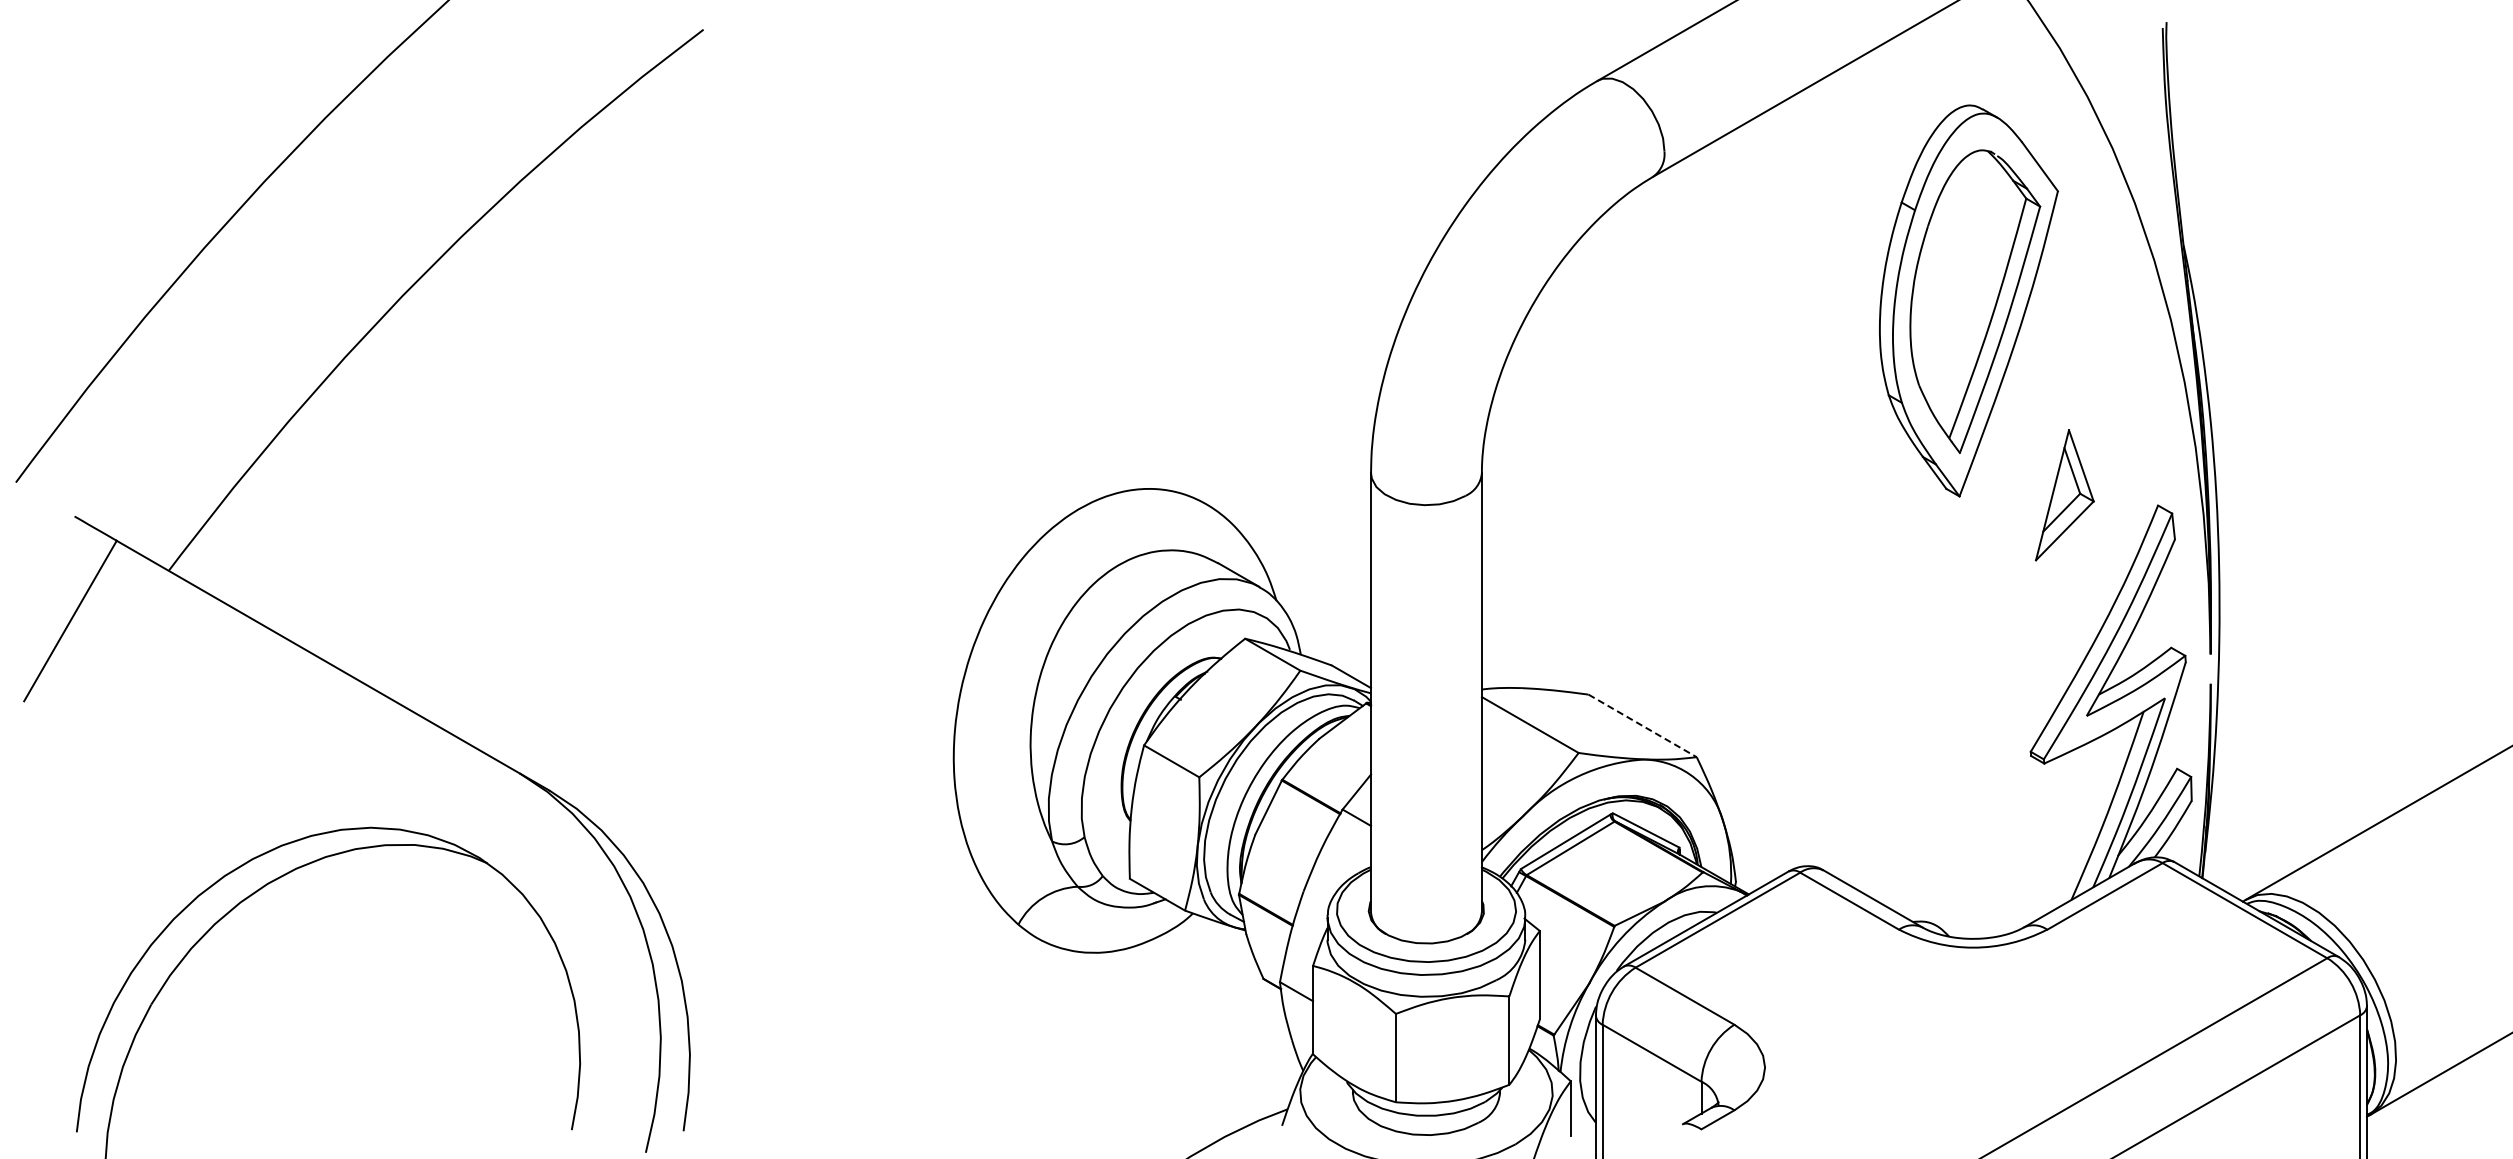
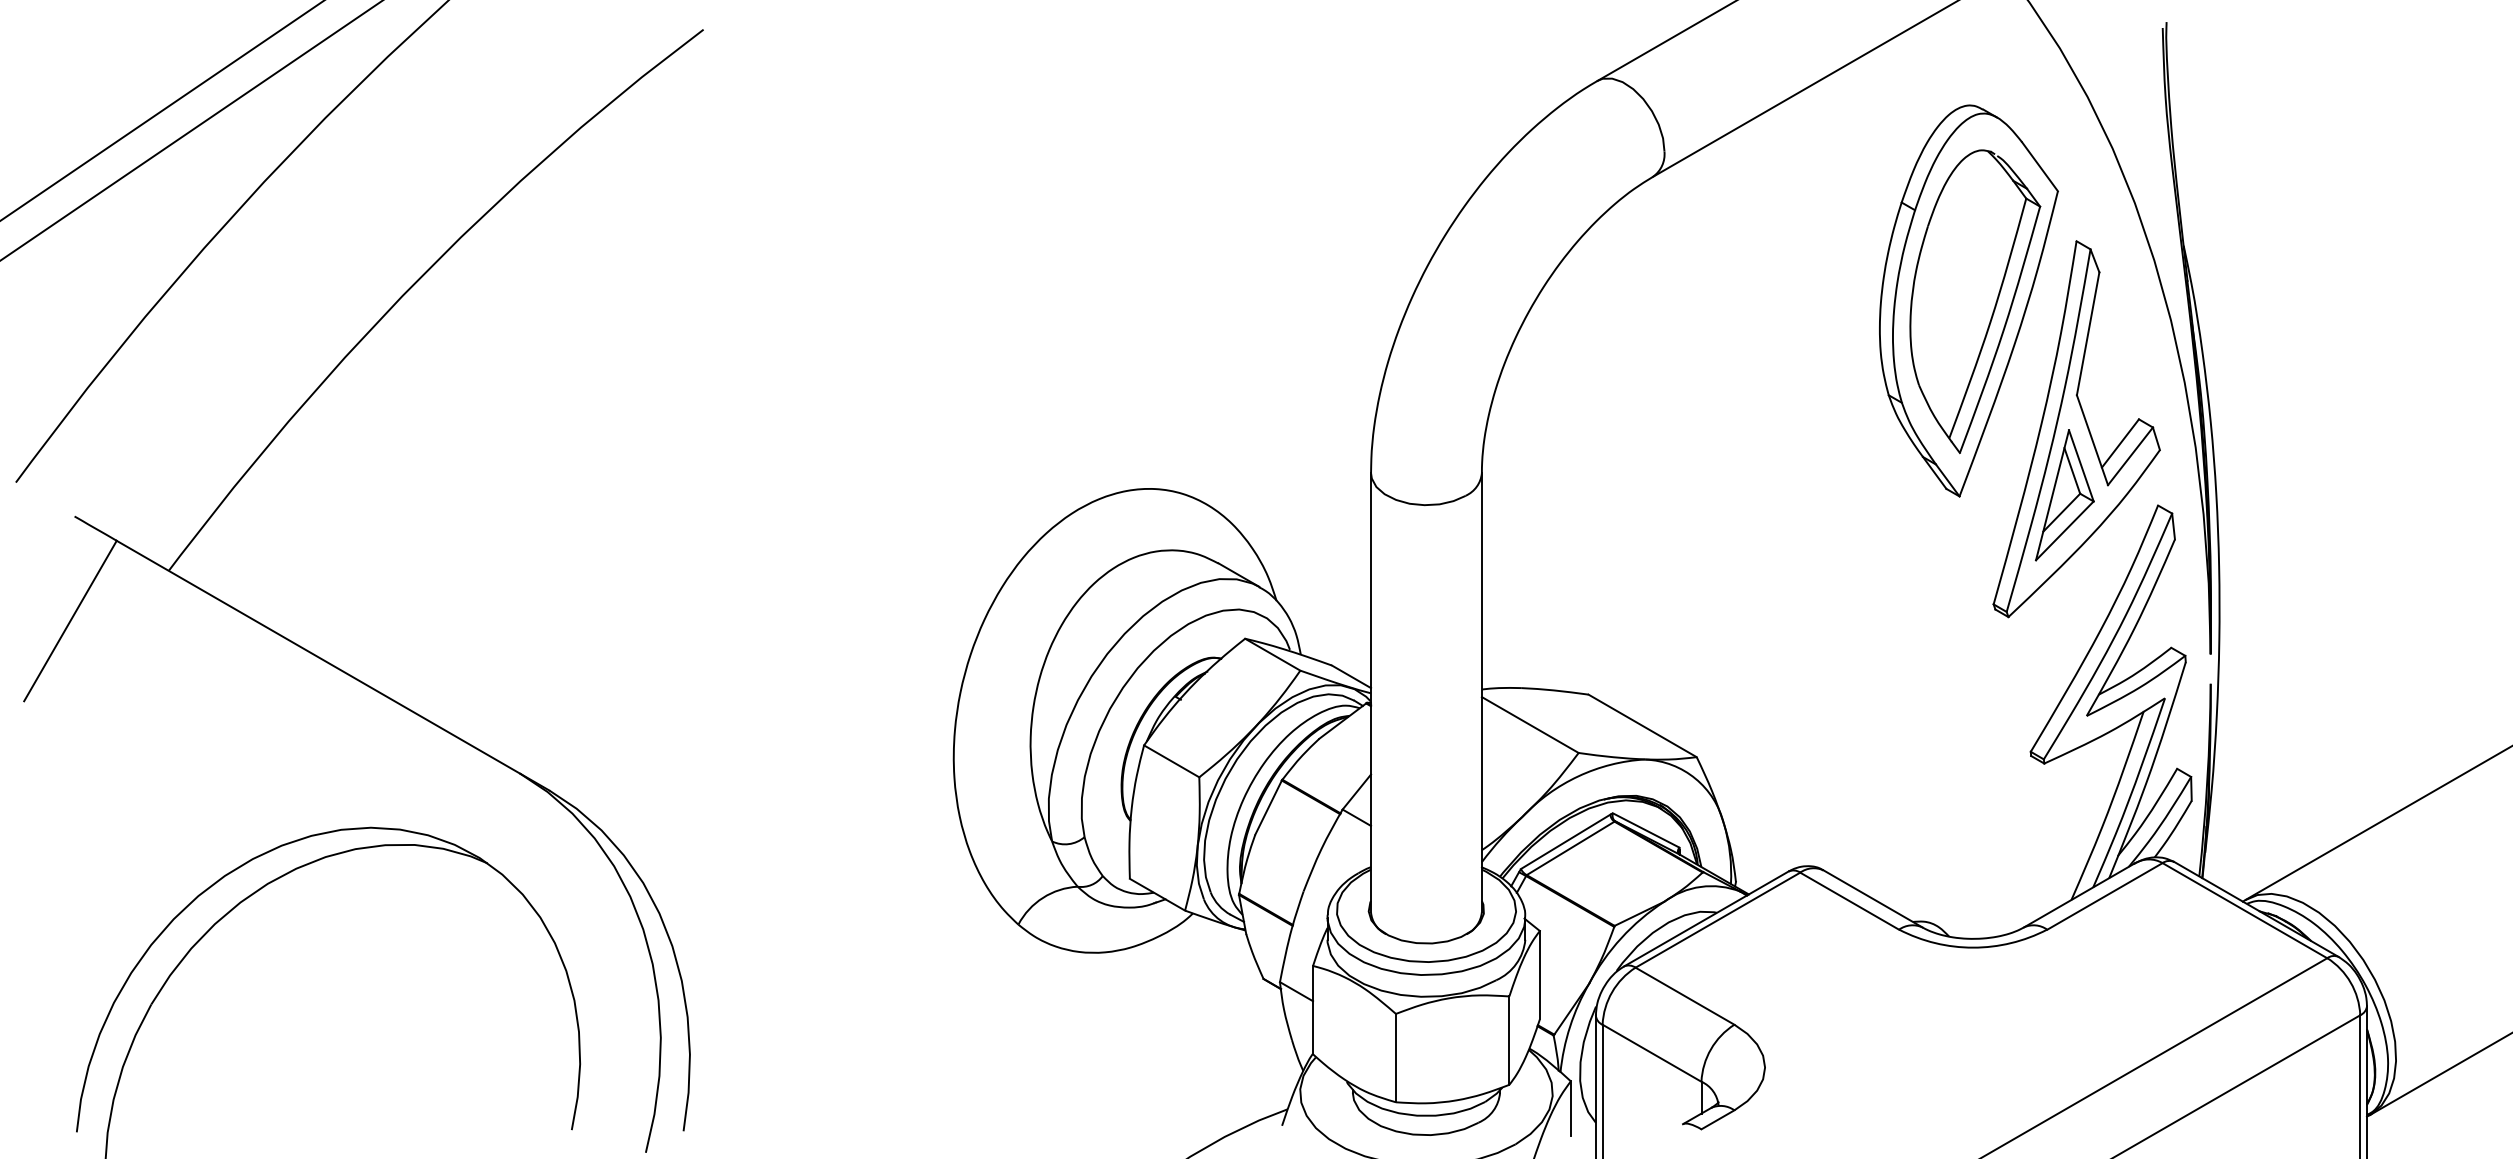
line at (161, 110): none -> present
line at (190, 130): none -> present
part at (2076, 429): none -> present
line at (1643, 726): dashed -> solid
